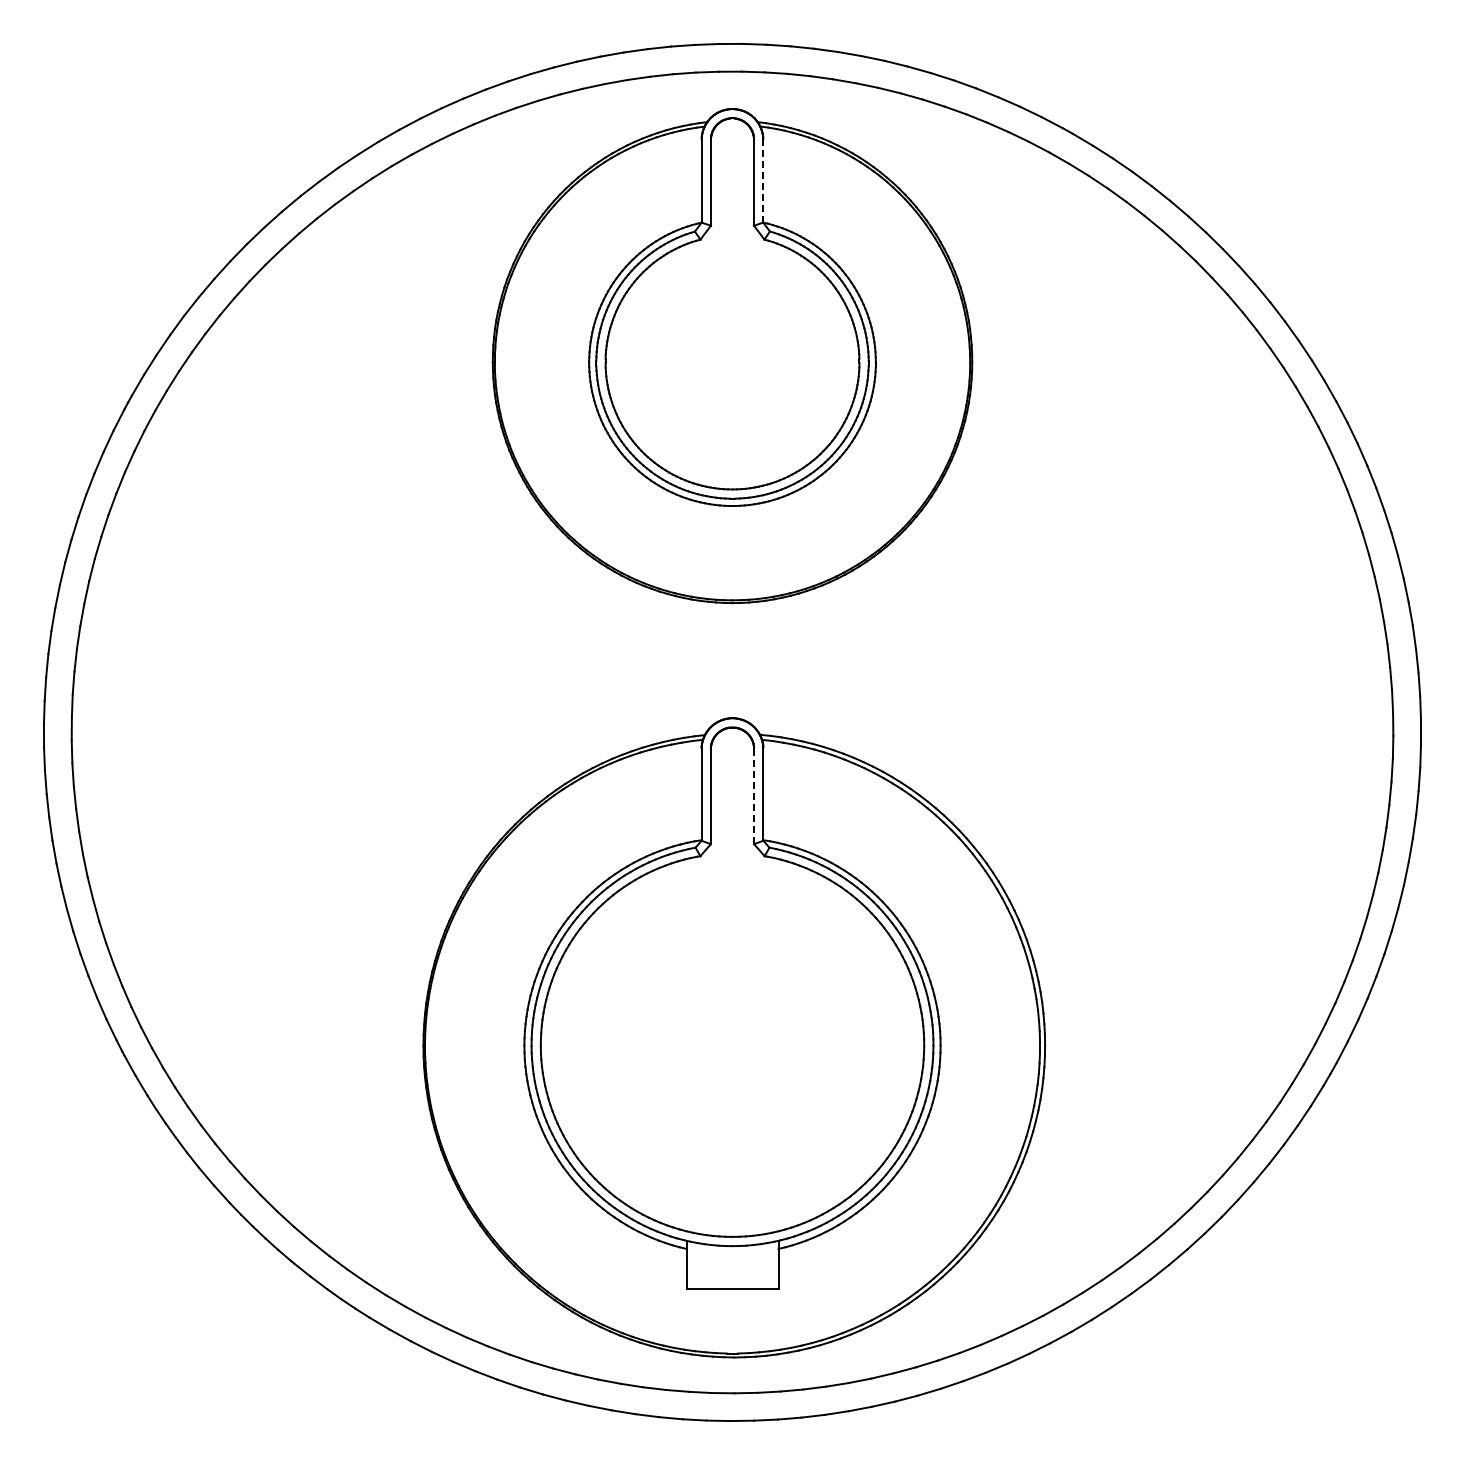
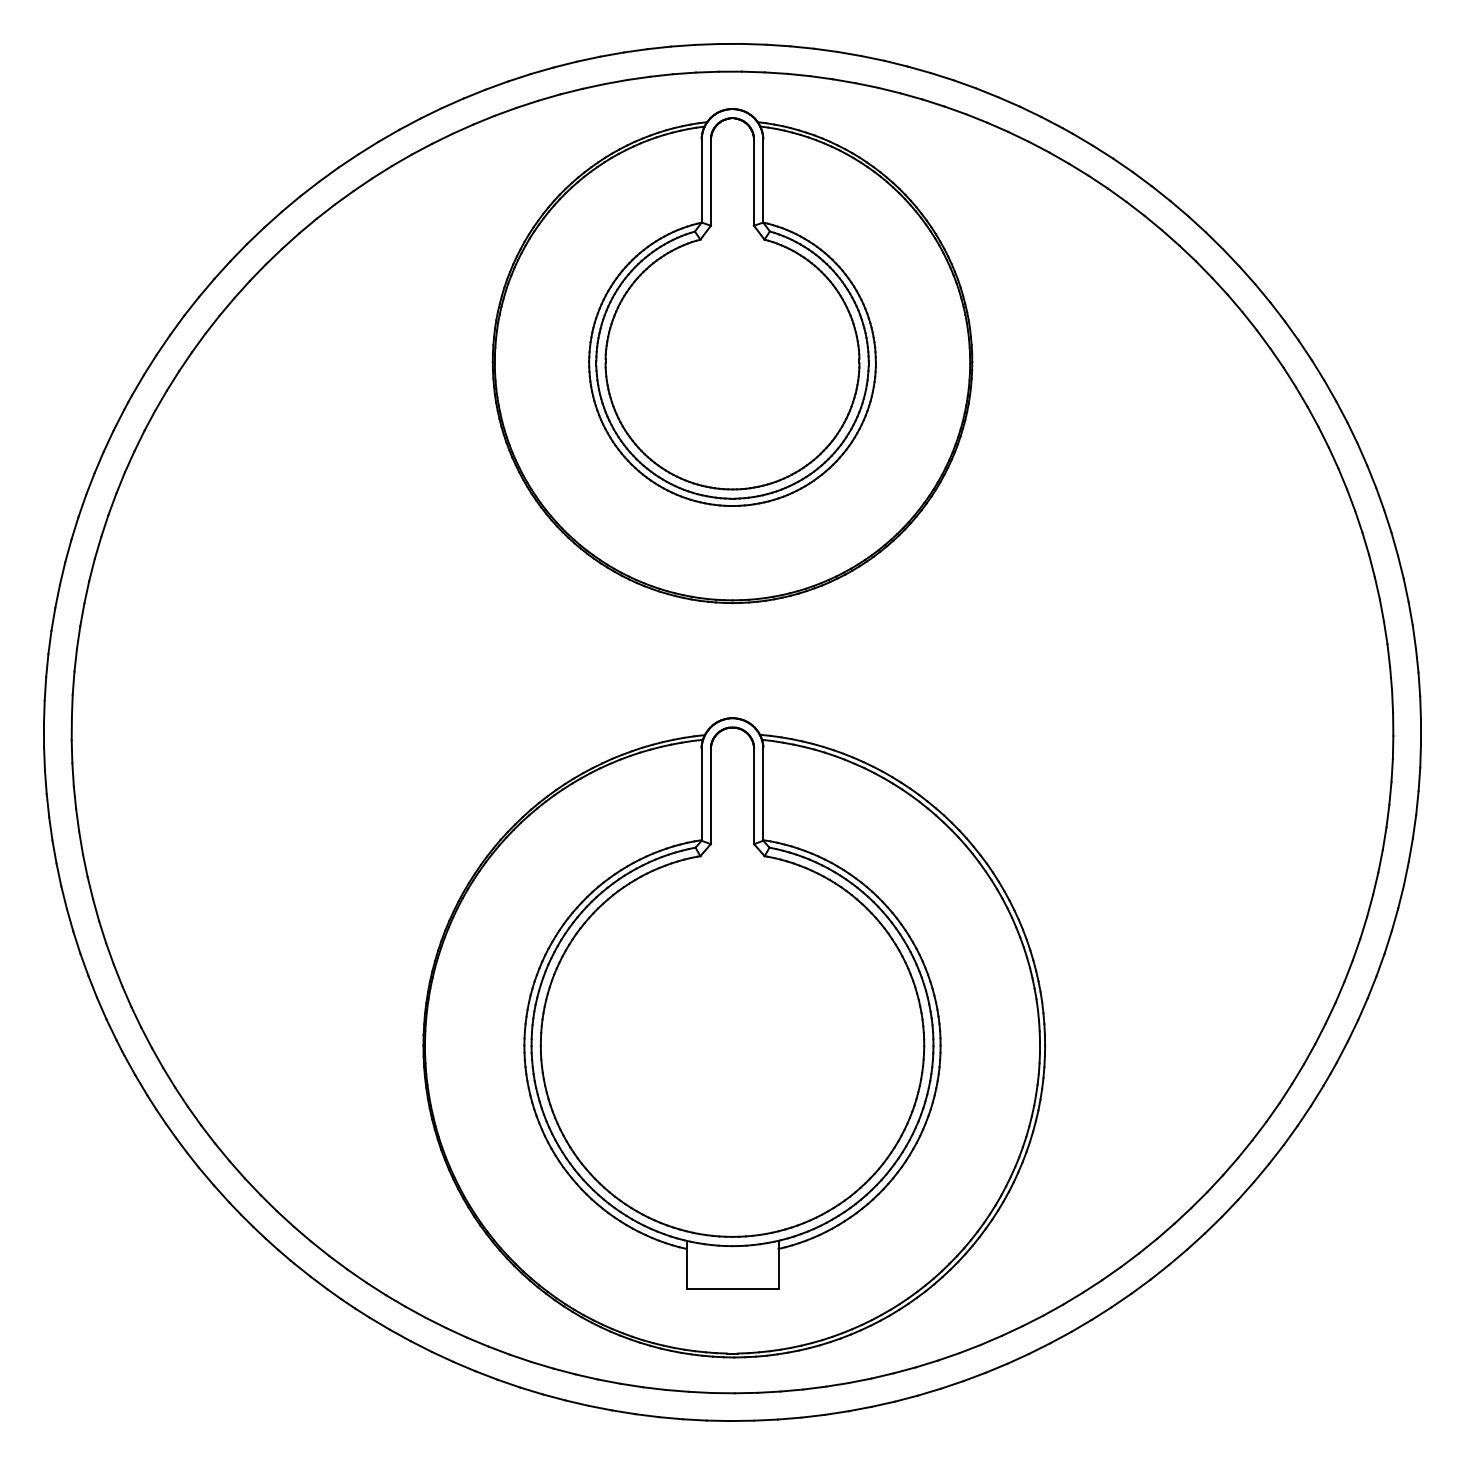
line at (763, 180): dashed -> solid
line at (754, 797): dashed -> solid
